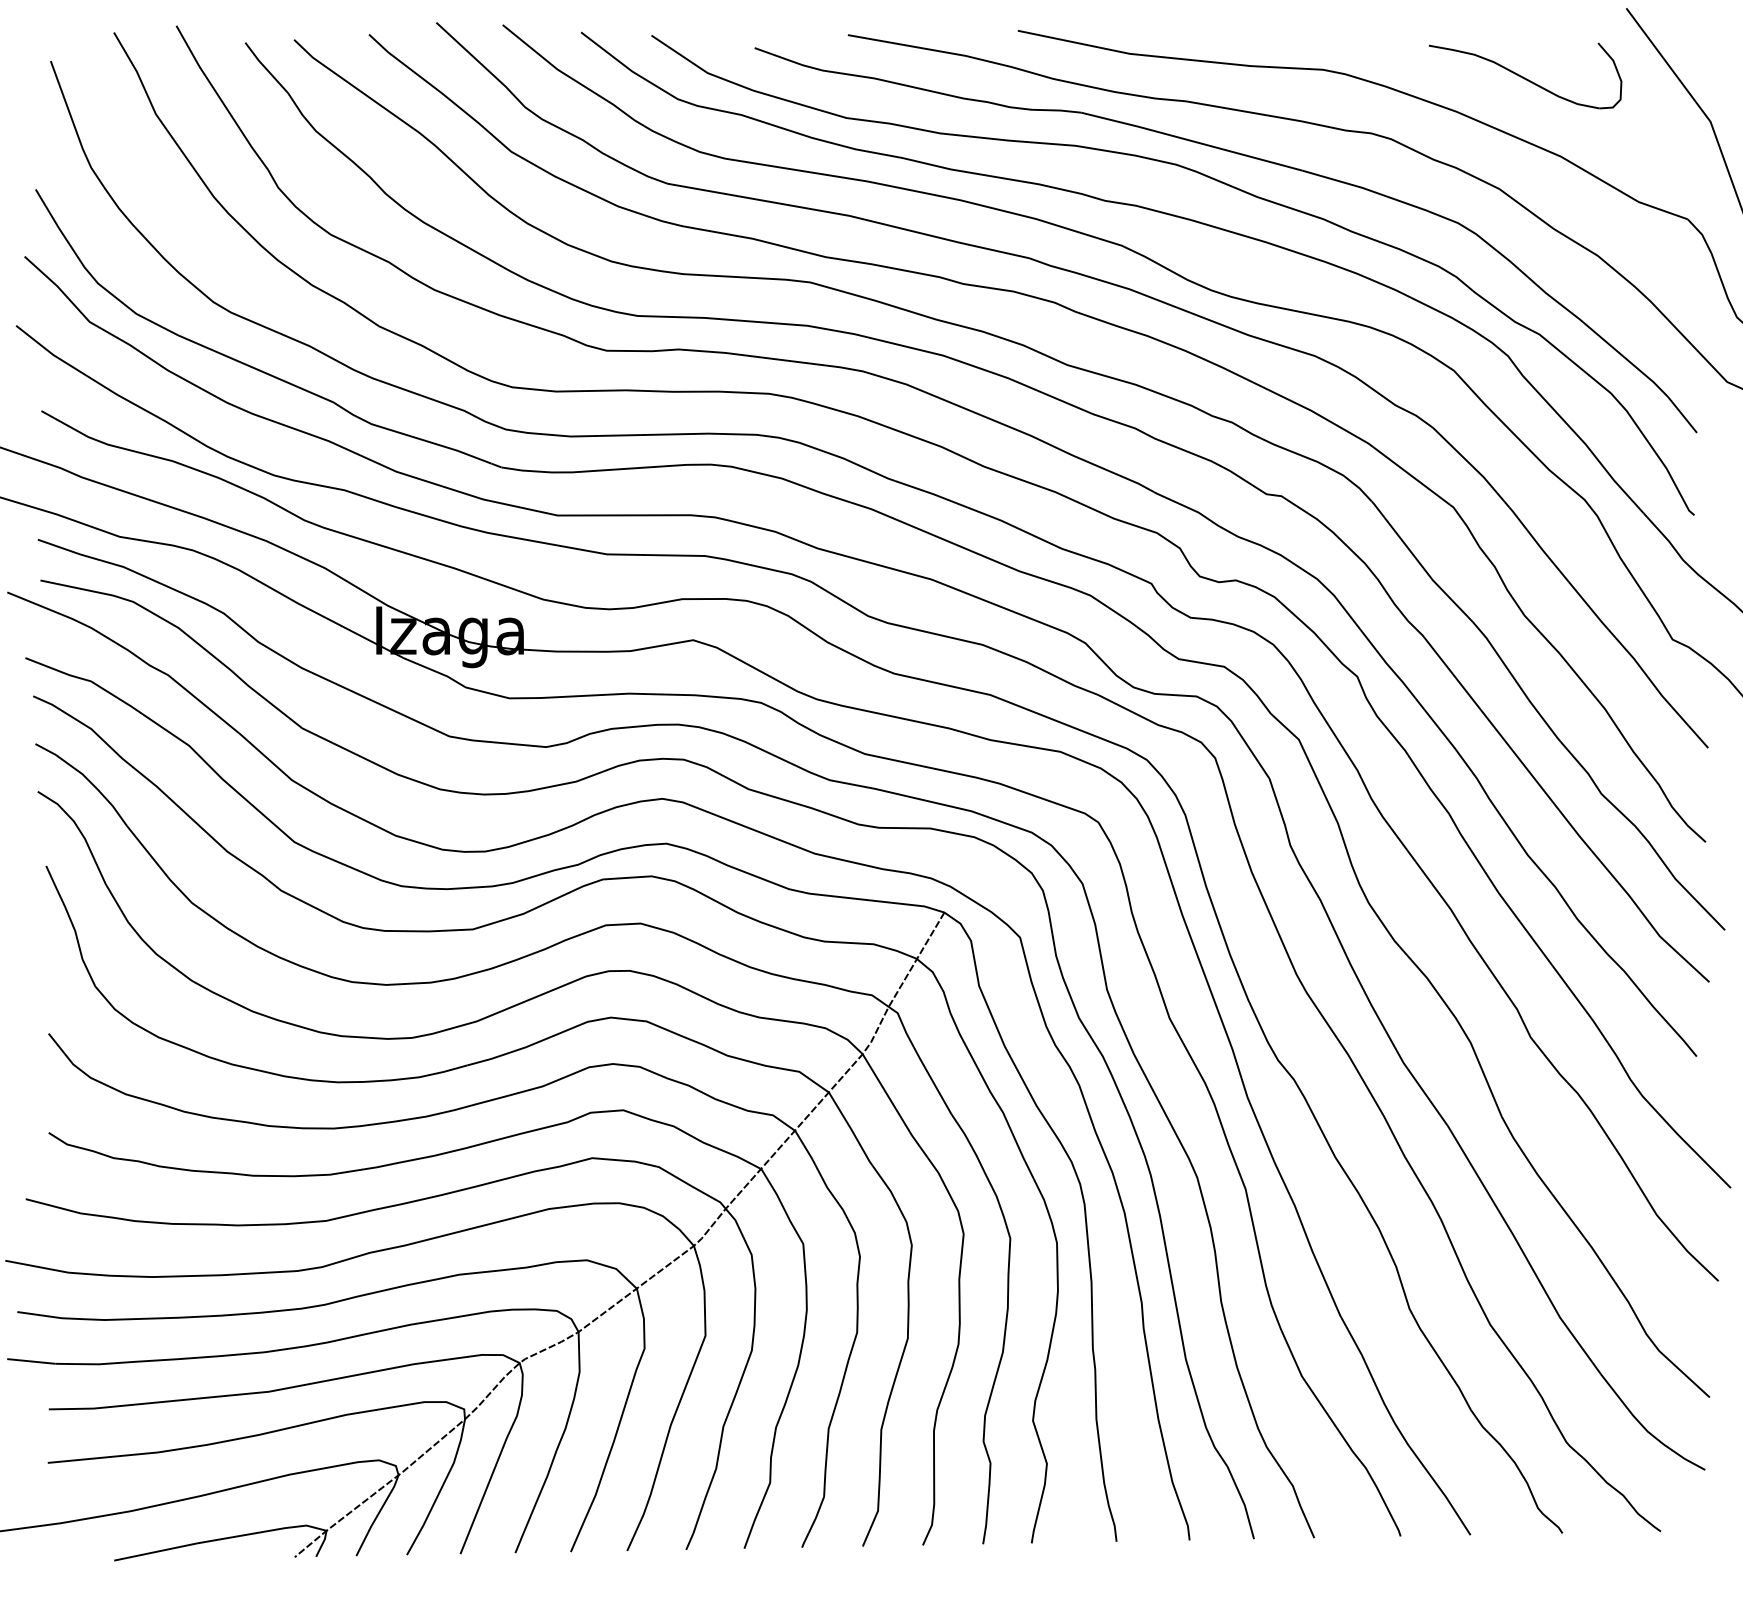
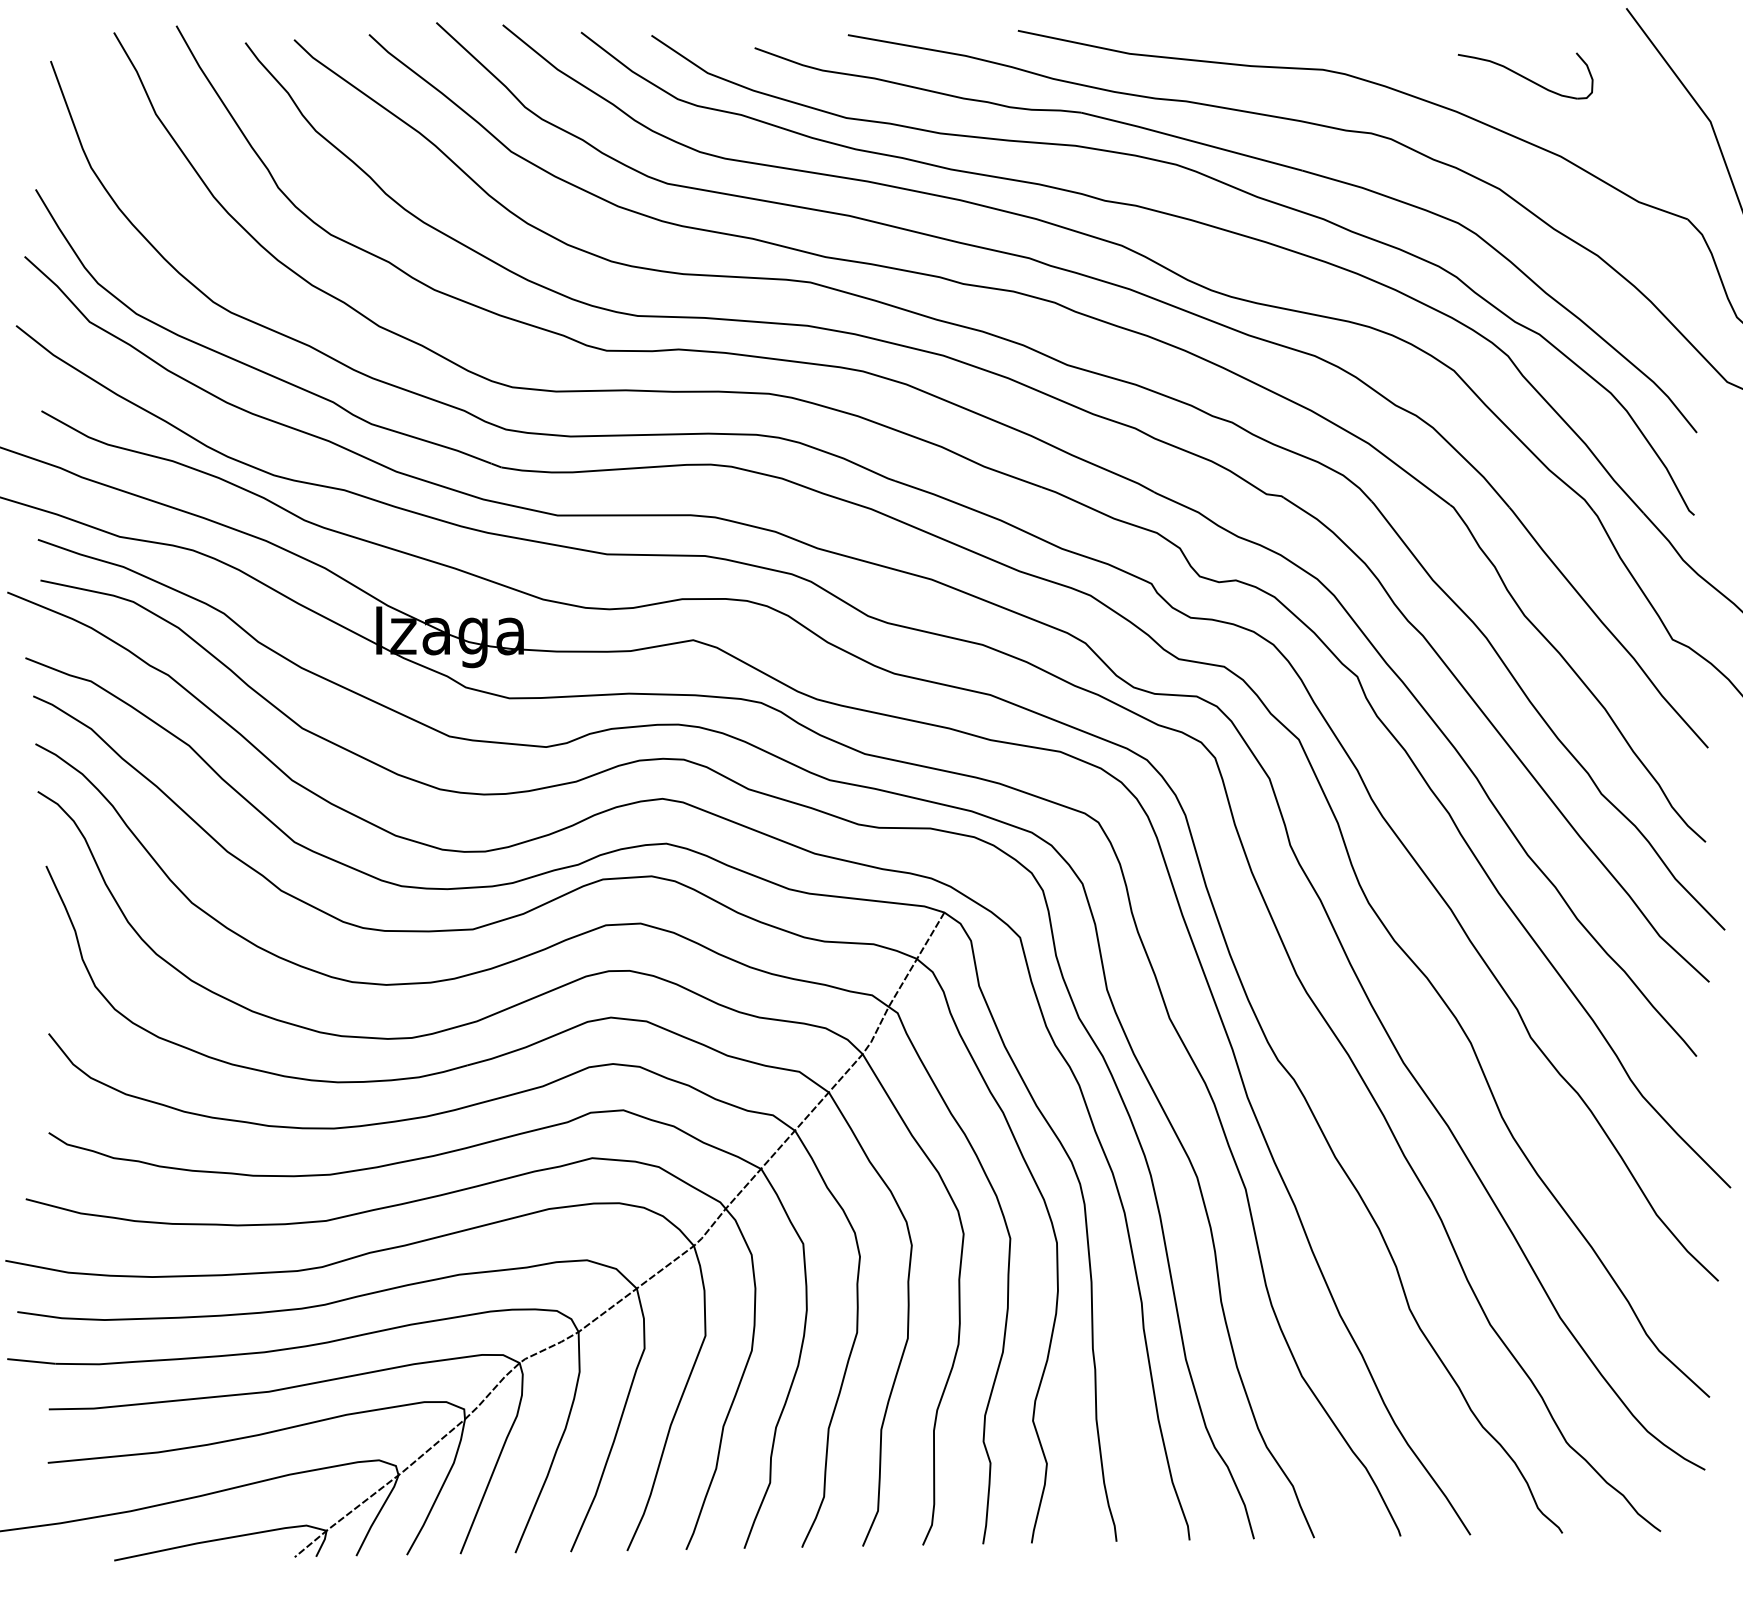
part at (1525, 75) size: 195x68 px -> 137x48 px
